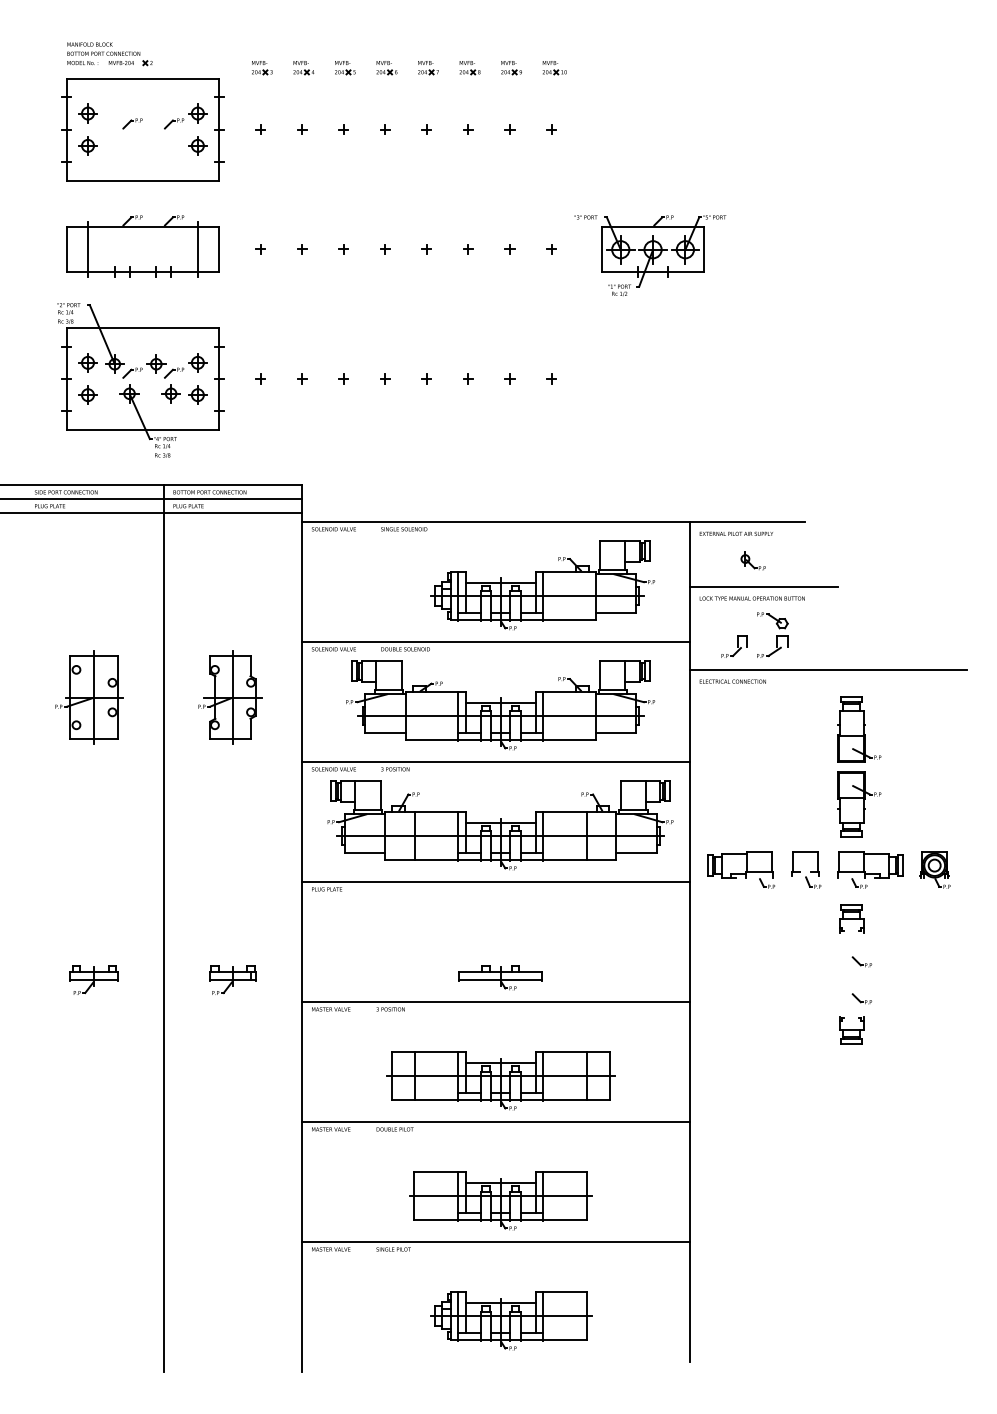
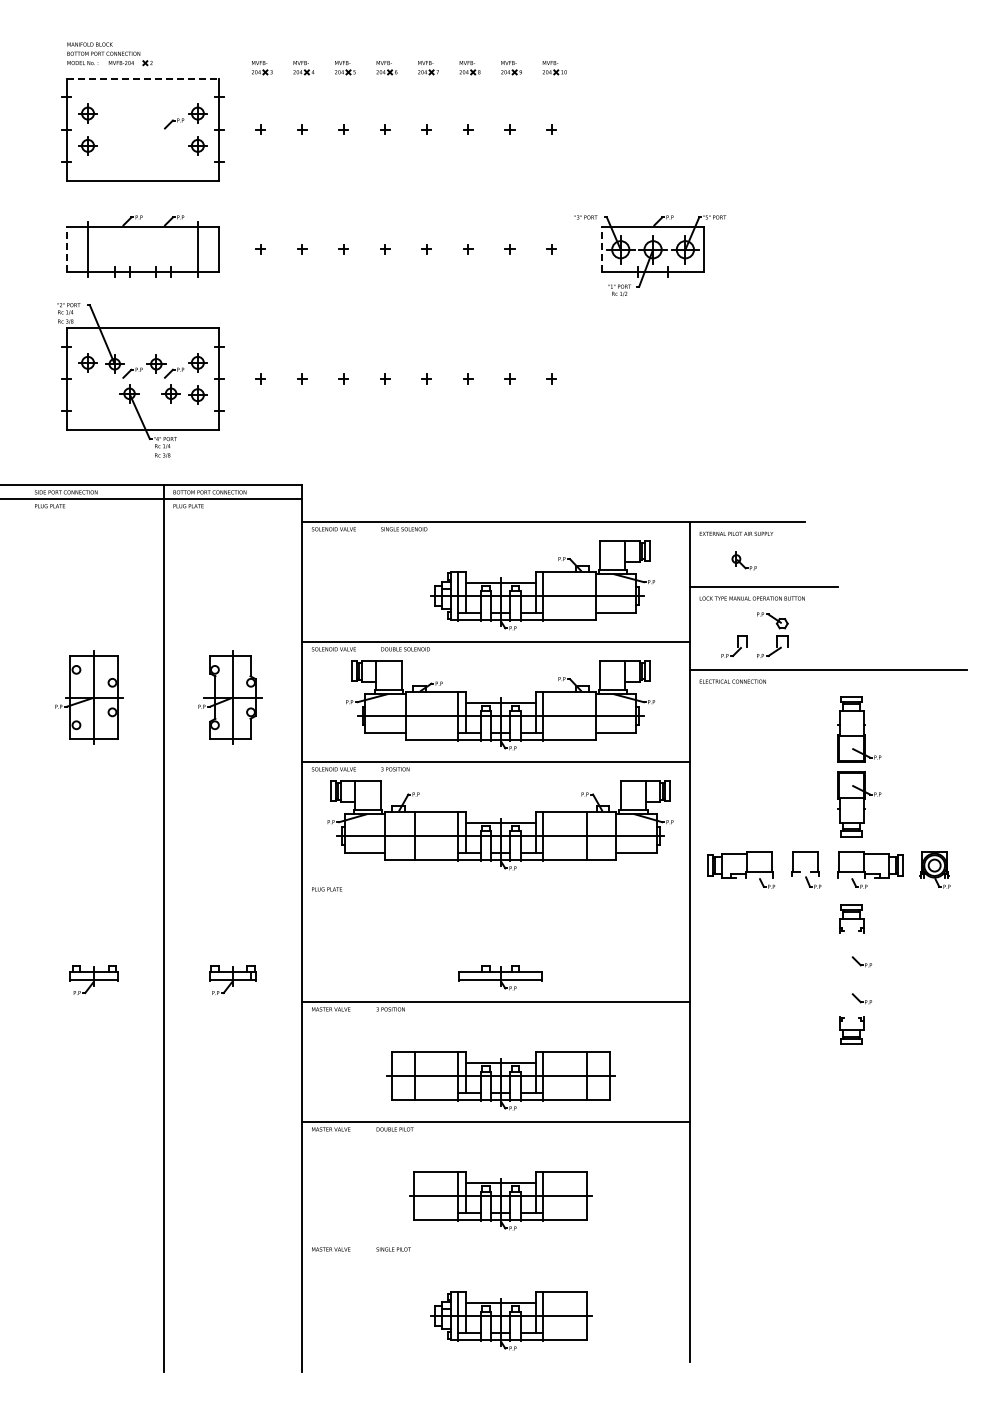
line at (143, 78): solid -> dashed
part at (132, 123): present -> none
line at (66, 249): solid -> dashed
line at (602, 249): solid -> dashed
part at (87, 394): present -> none
line at (152, 512): present -> none
part at (752, 560) position: (752, 560) -> (743, 560)
line at (496, 882): present -> none
line at (496, 1242): present -> none
